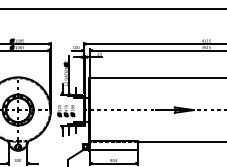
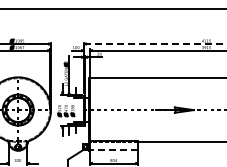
line at (155, 44): solid -> dashed
line at (113, 149): solid -> dashed
